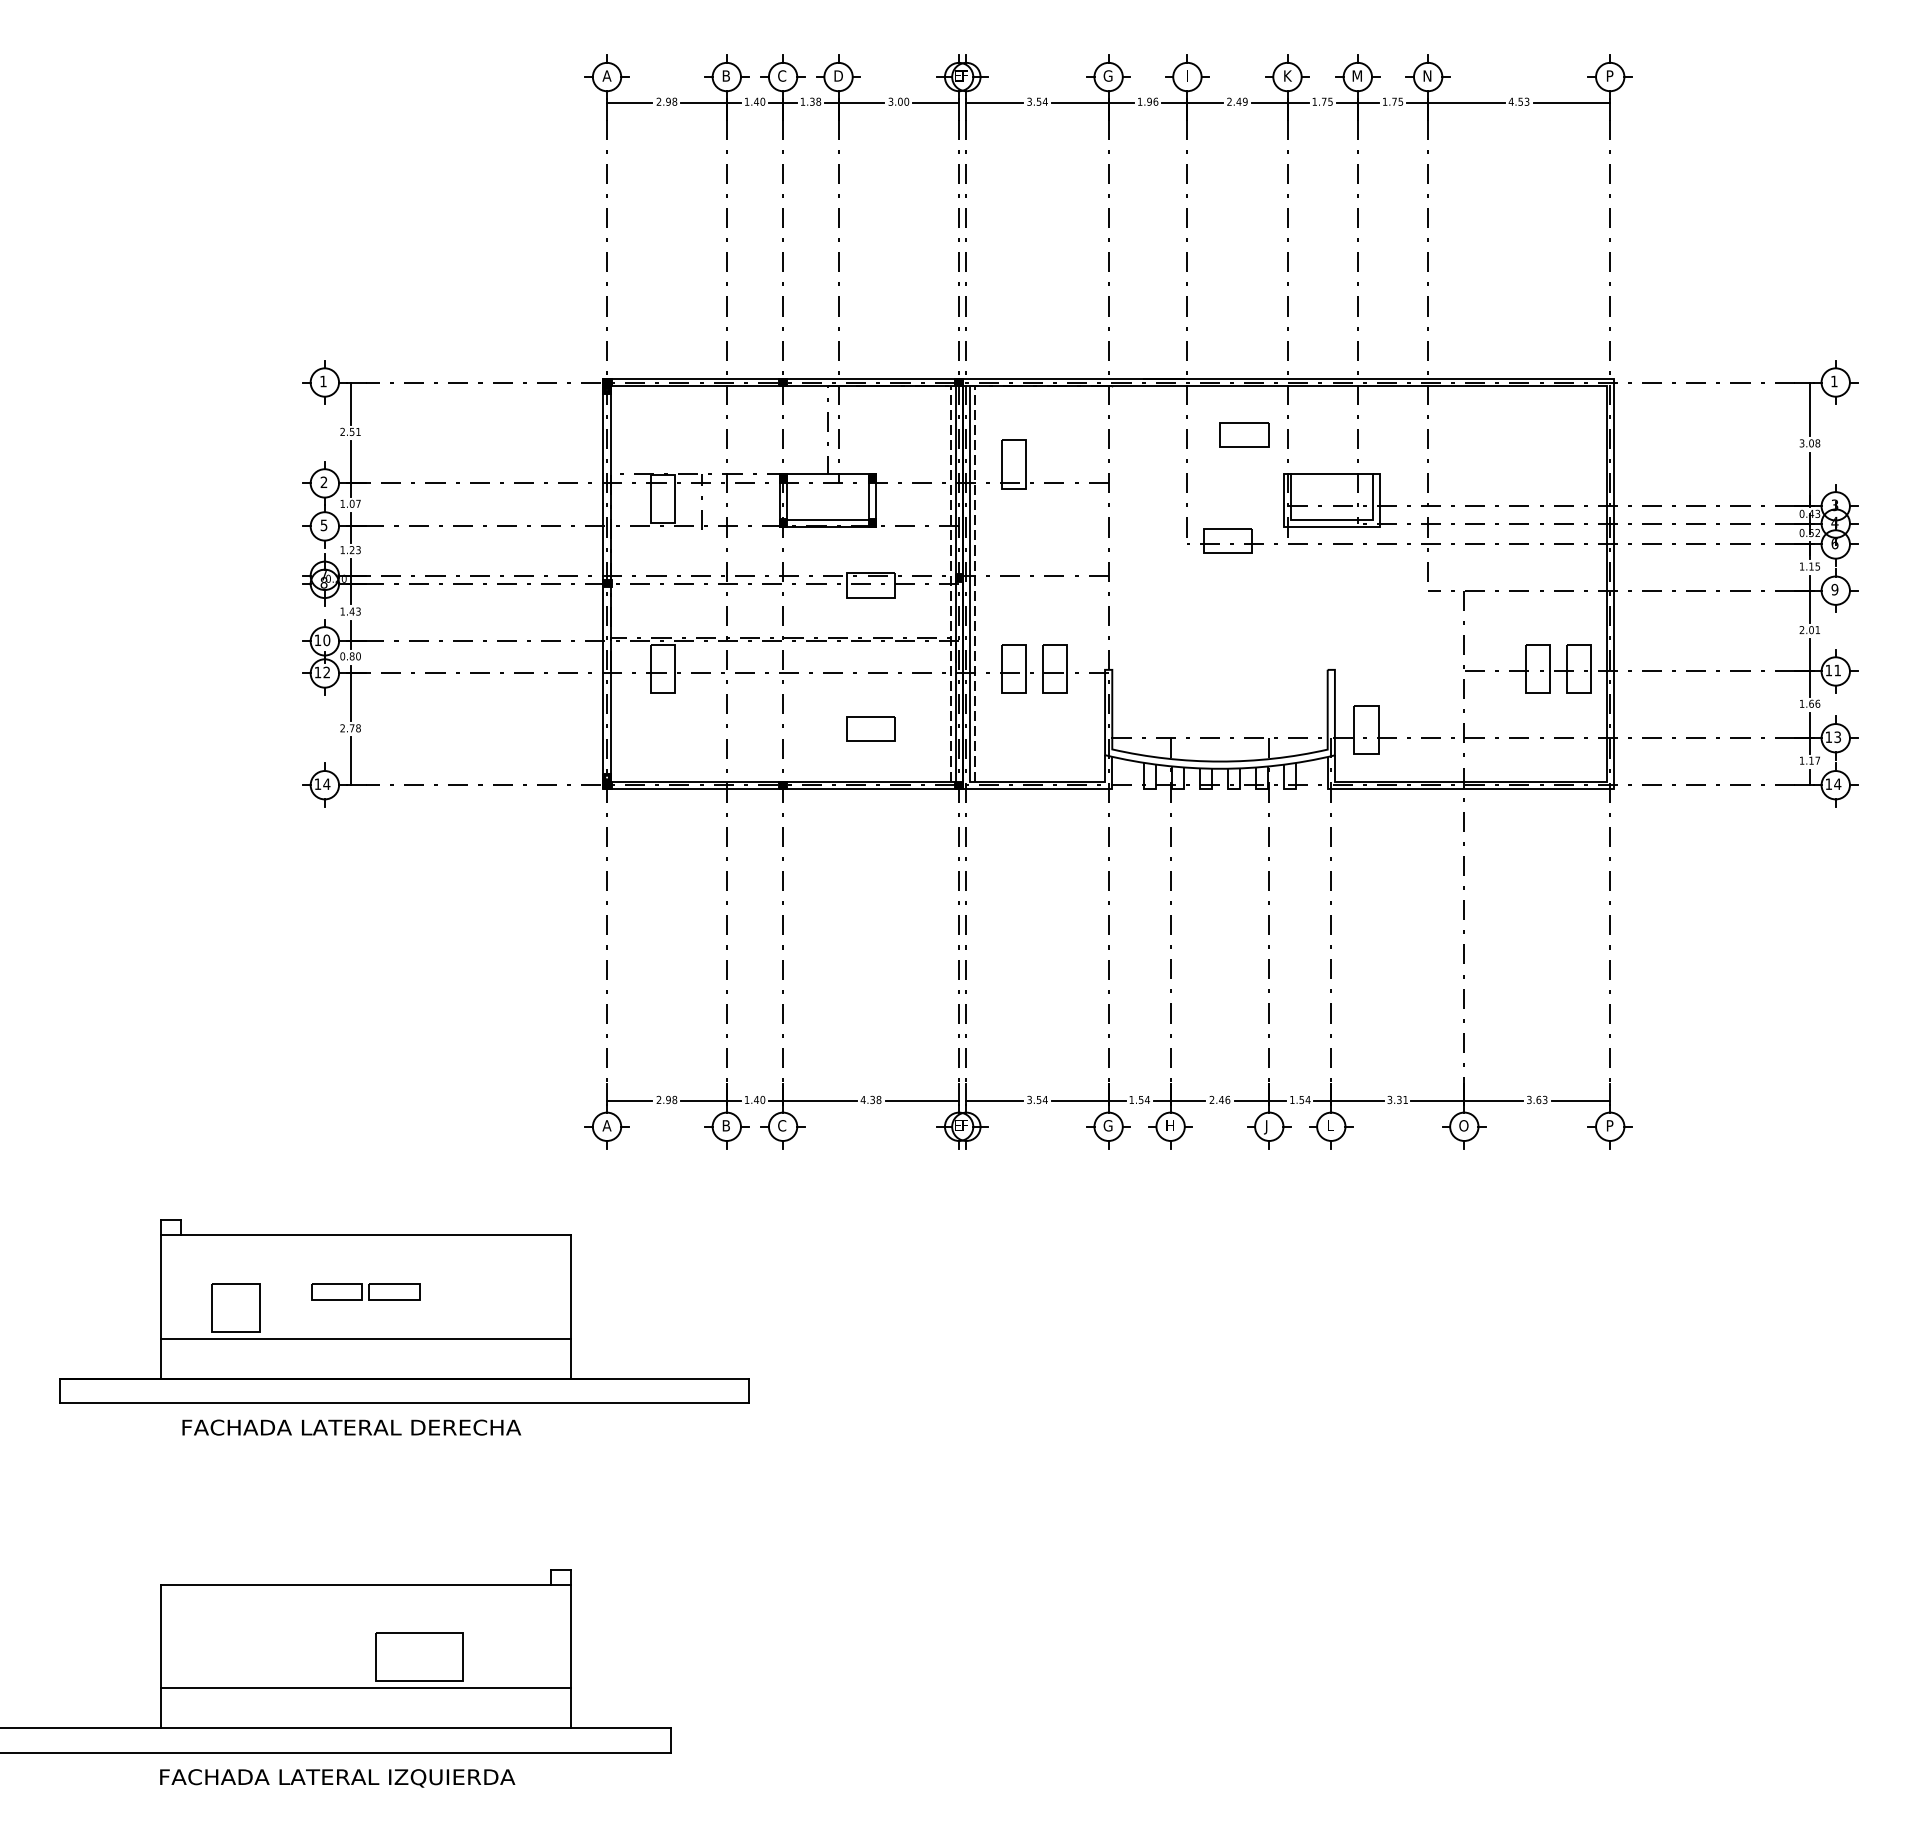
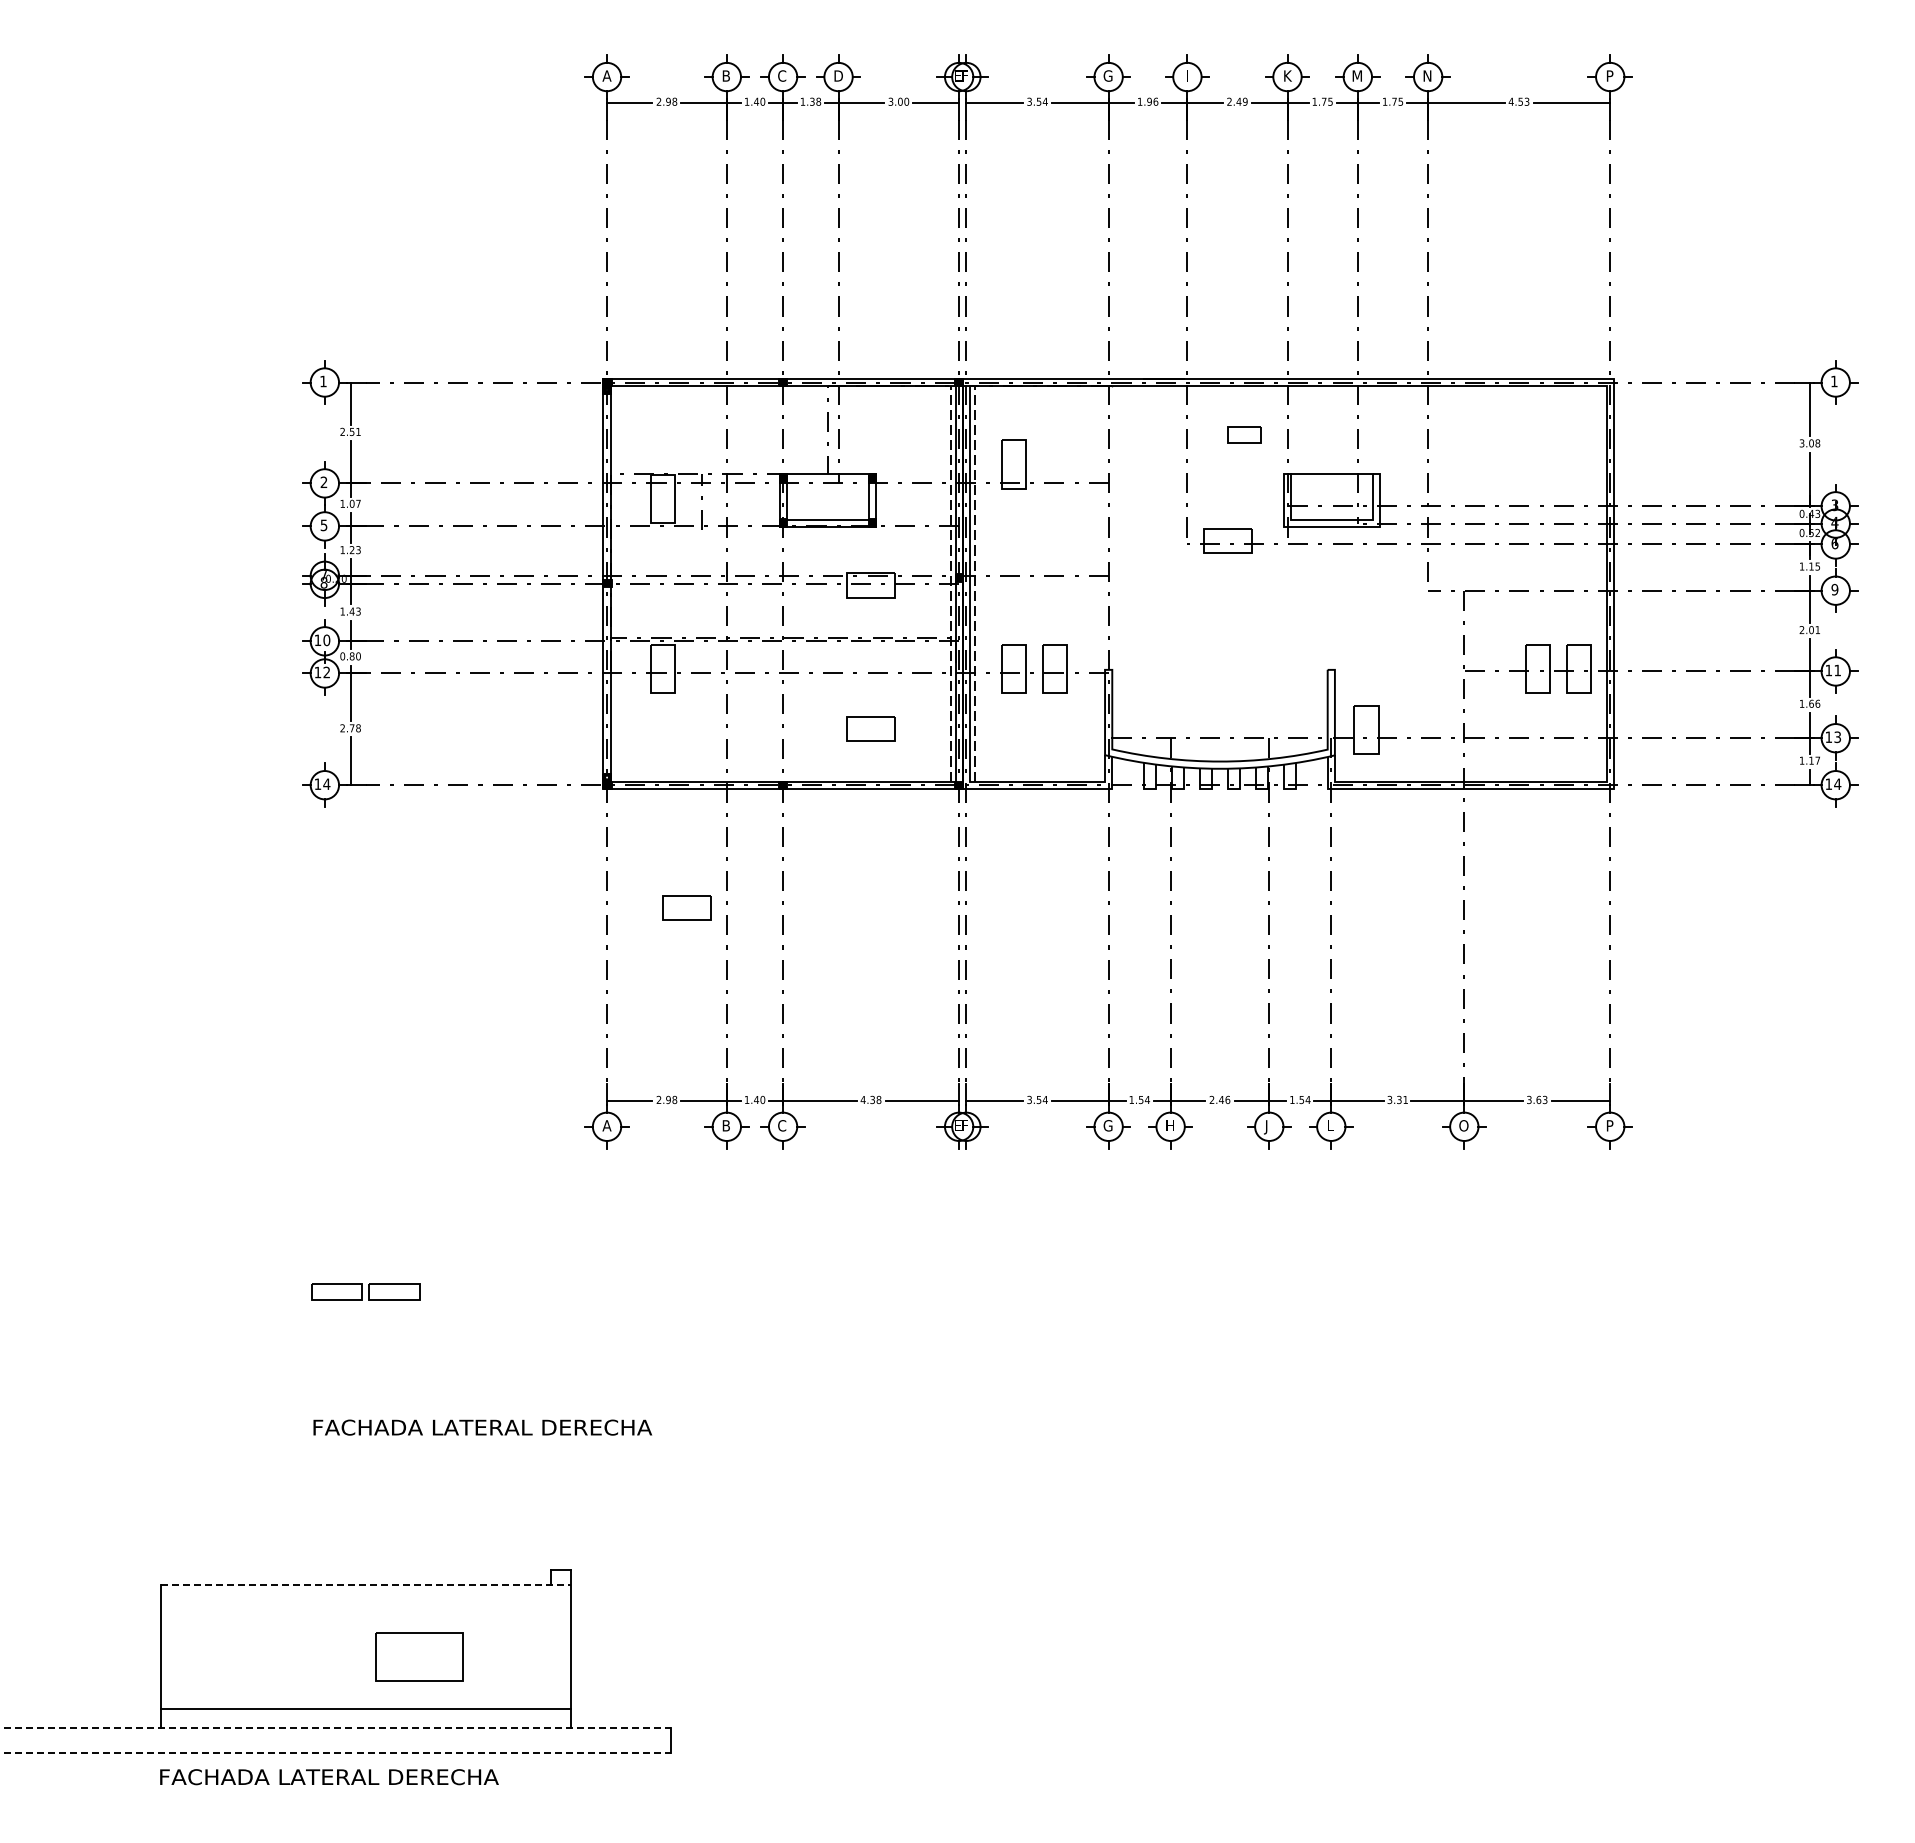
part at (1244, 434) size: 51x26 px -> 35x18 px
part at (686, 907): none -> present
part at (404, 1311): present -> none
text at (351, 1427) position: (351, 1427) -> (482, 1427)
line at (365, 1584): solid -> dashed
line at (365, 1688) position: (365, 1688) -> (365, 1709)
line at (336, 1728): solid -> dashed
line at (336, 1752): solid -> dashed
text at (453, 1778): FACHADA LATERAL IZQUIERDA -> FACHADA LATERAL DERECHA
